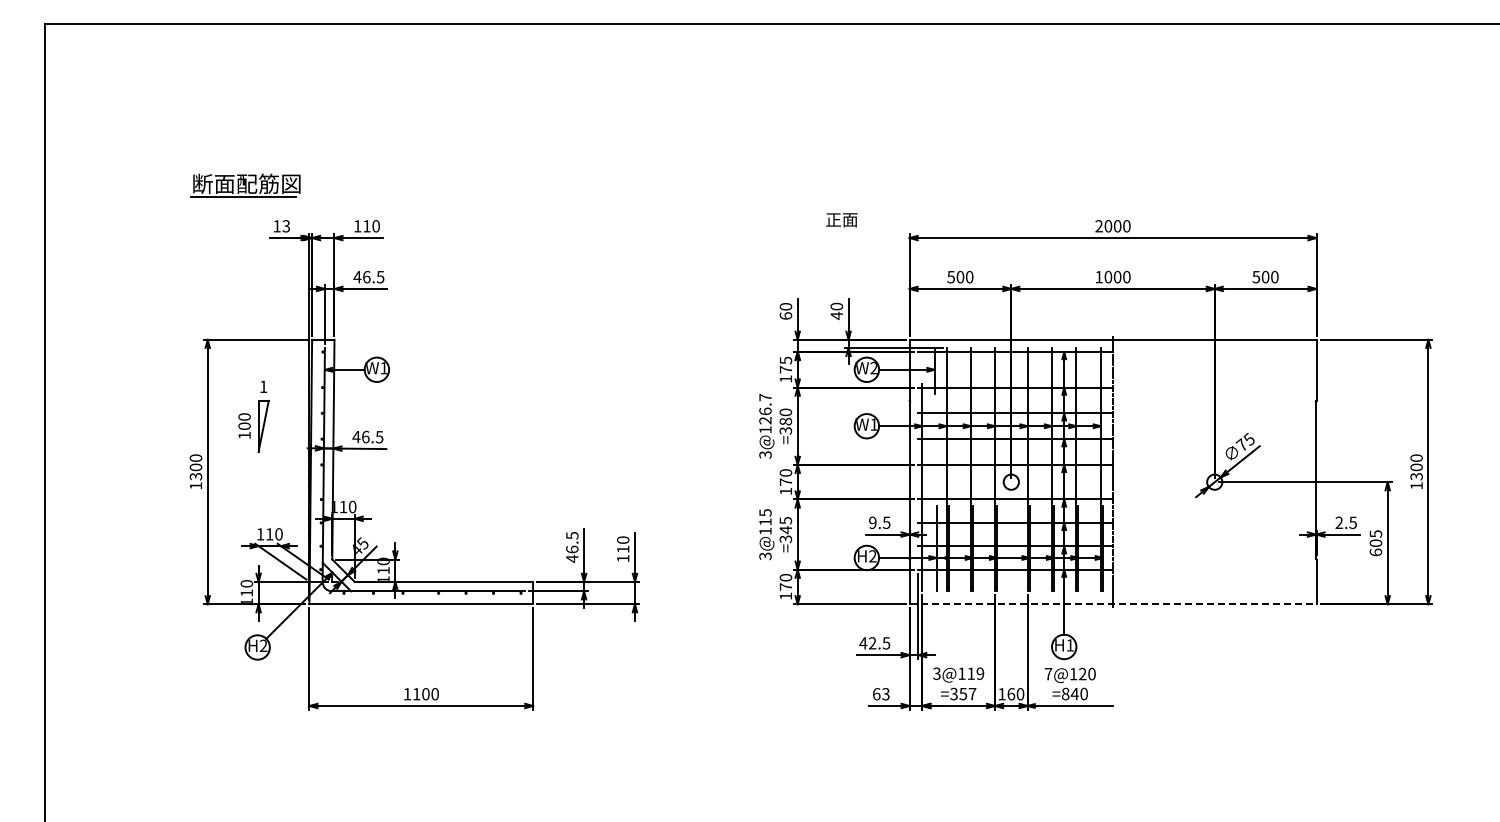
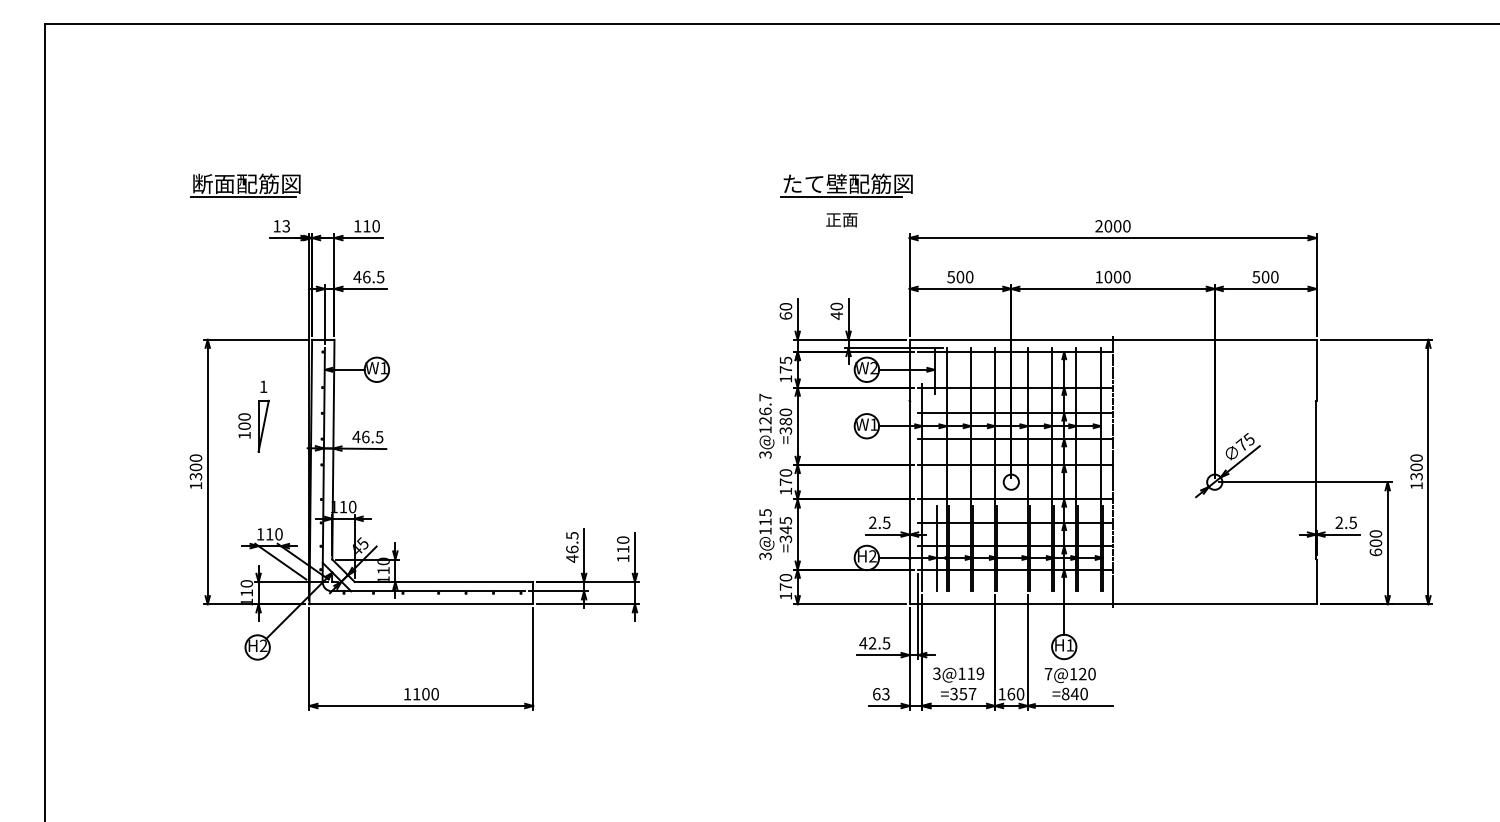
part at (846, 185): none -> present
text at (872, 523): 9.5 -> 2.5
text at (1375, 533): 605 -> 600
line at (1113, 604): dashed -> solid
